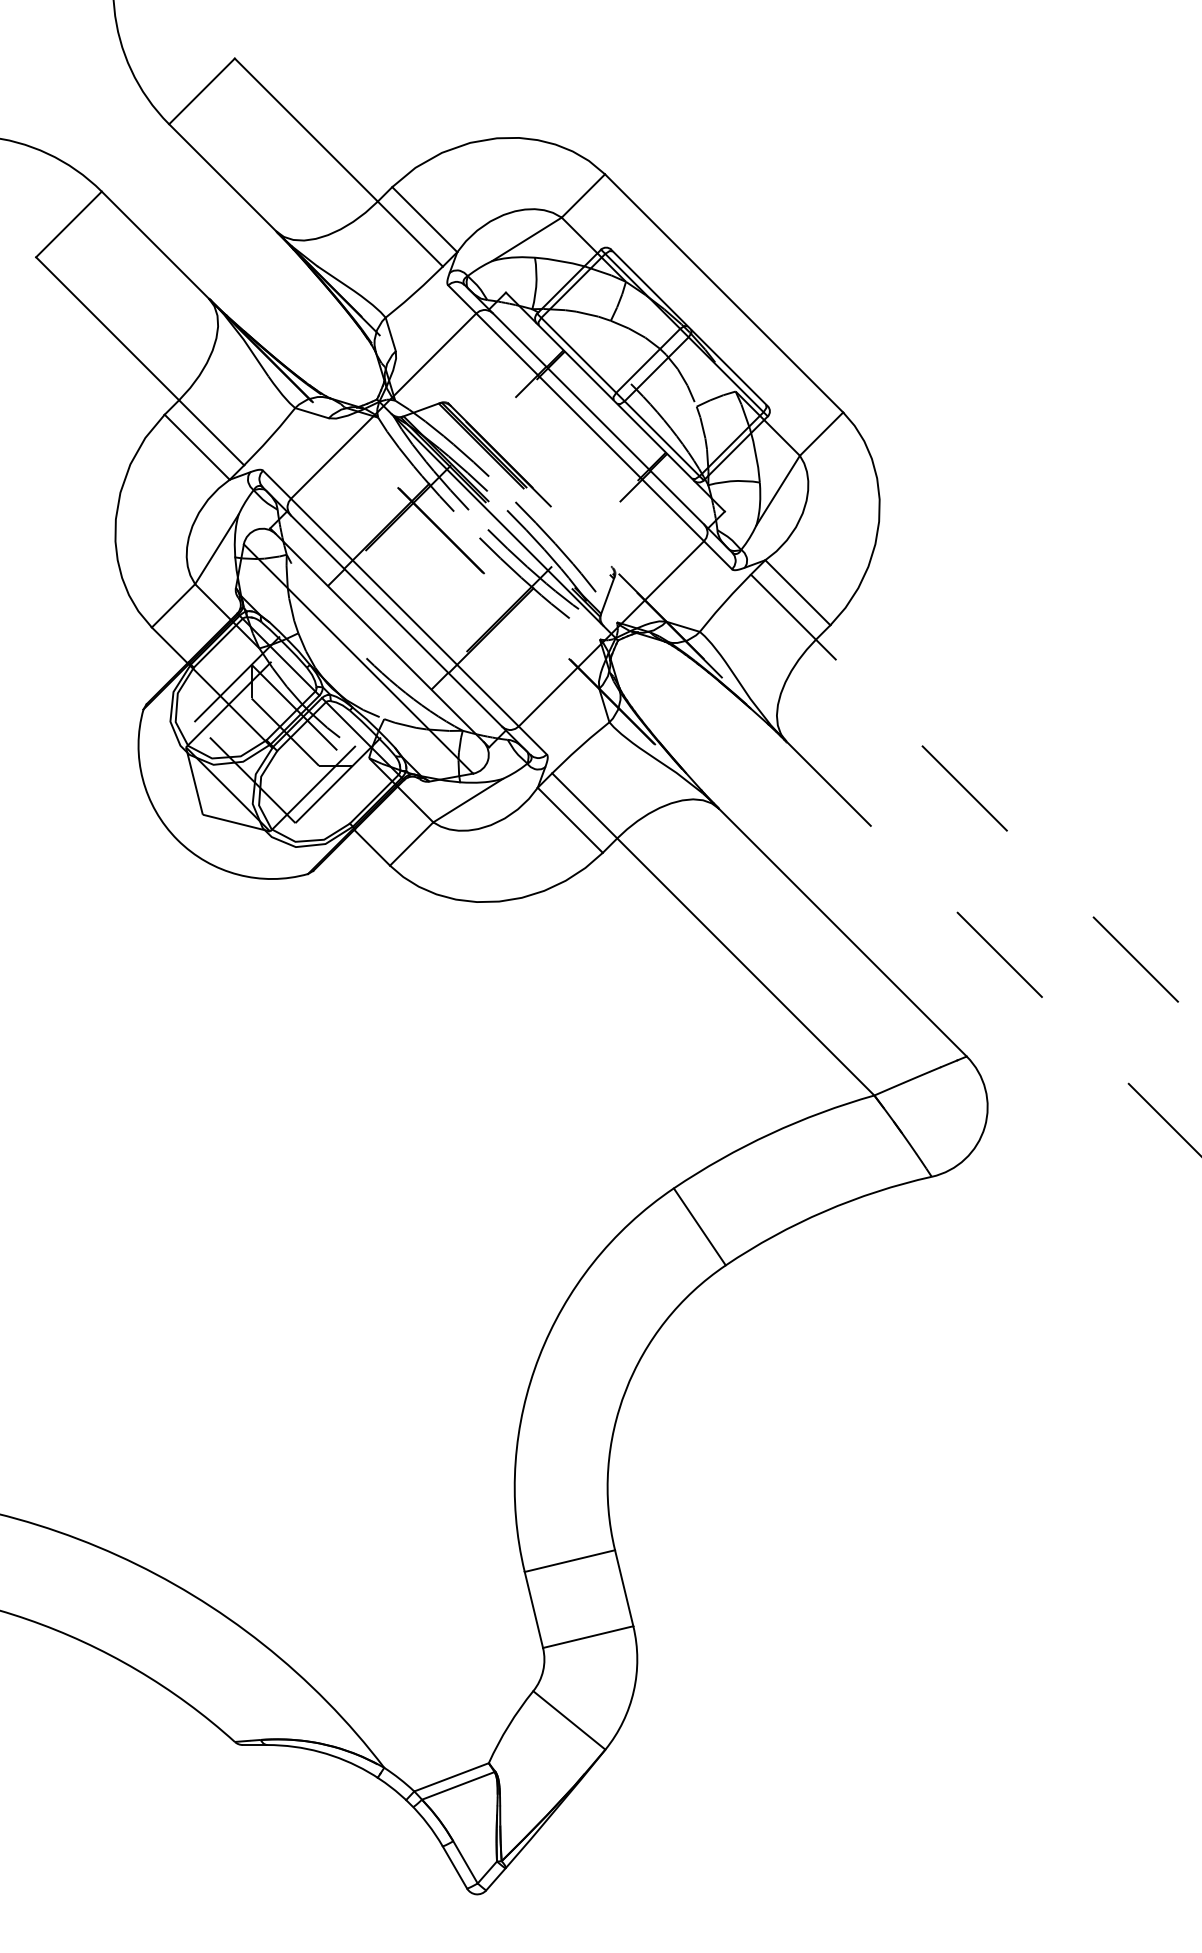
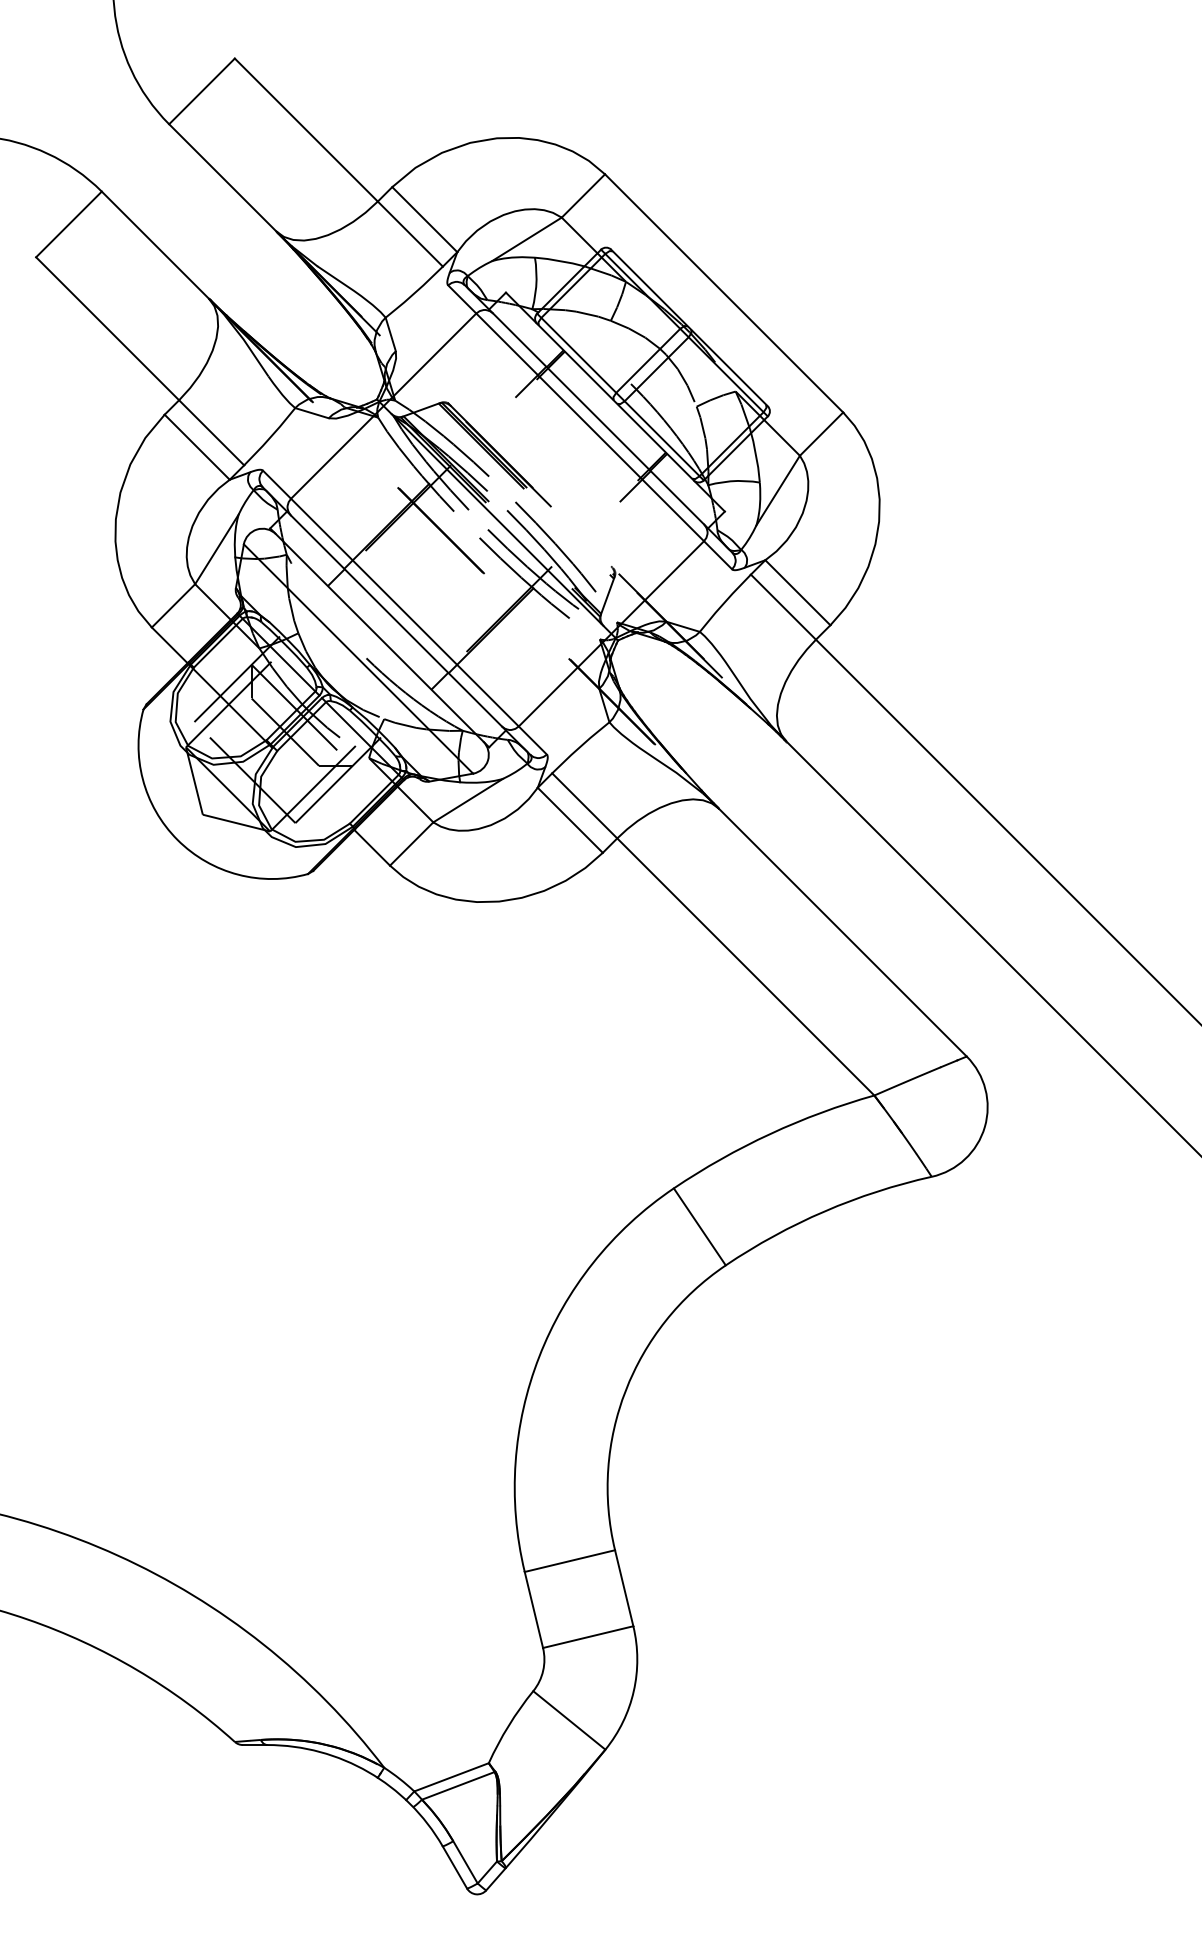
line at (976, 800): dashed -> solid
line at (993, 948): dashed -> solid
